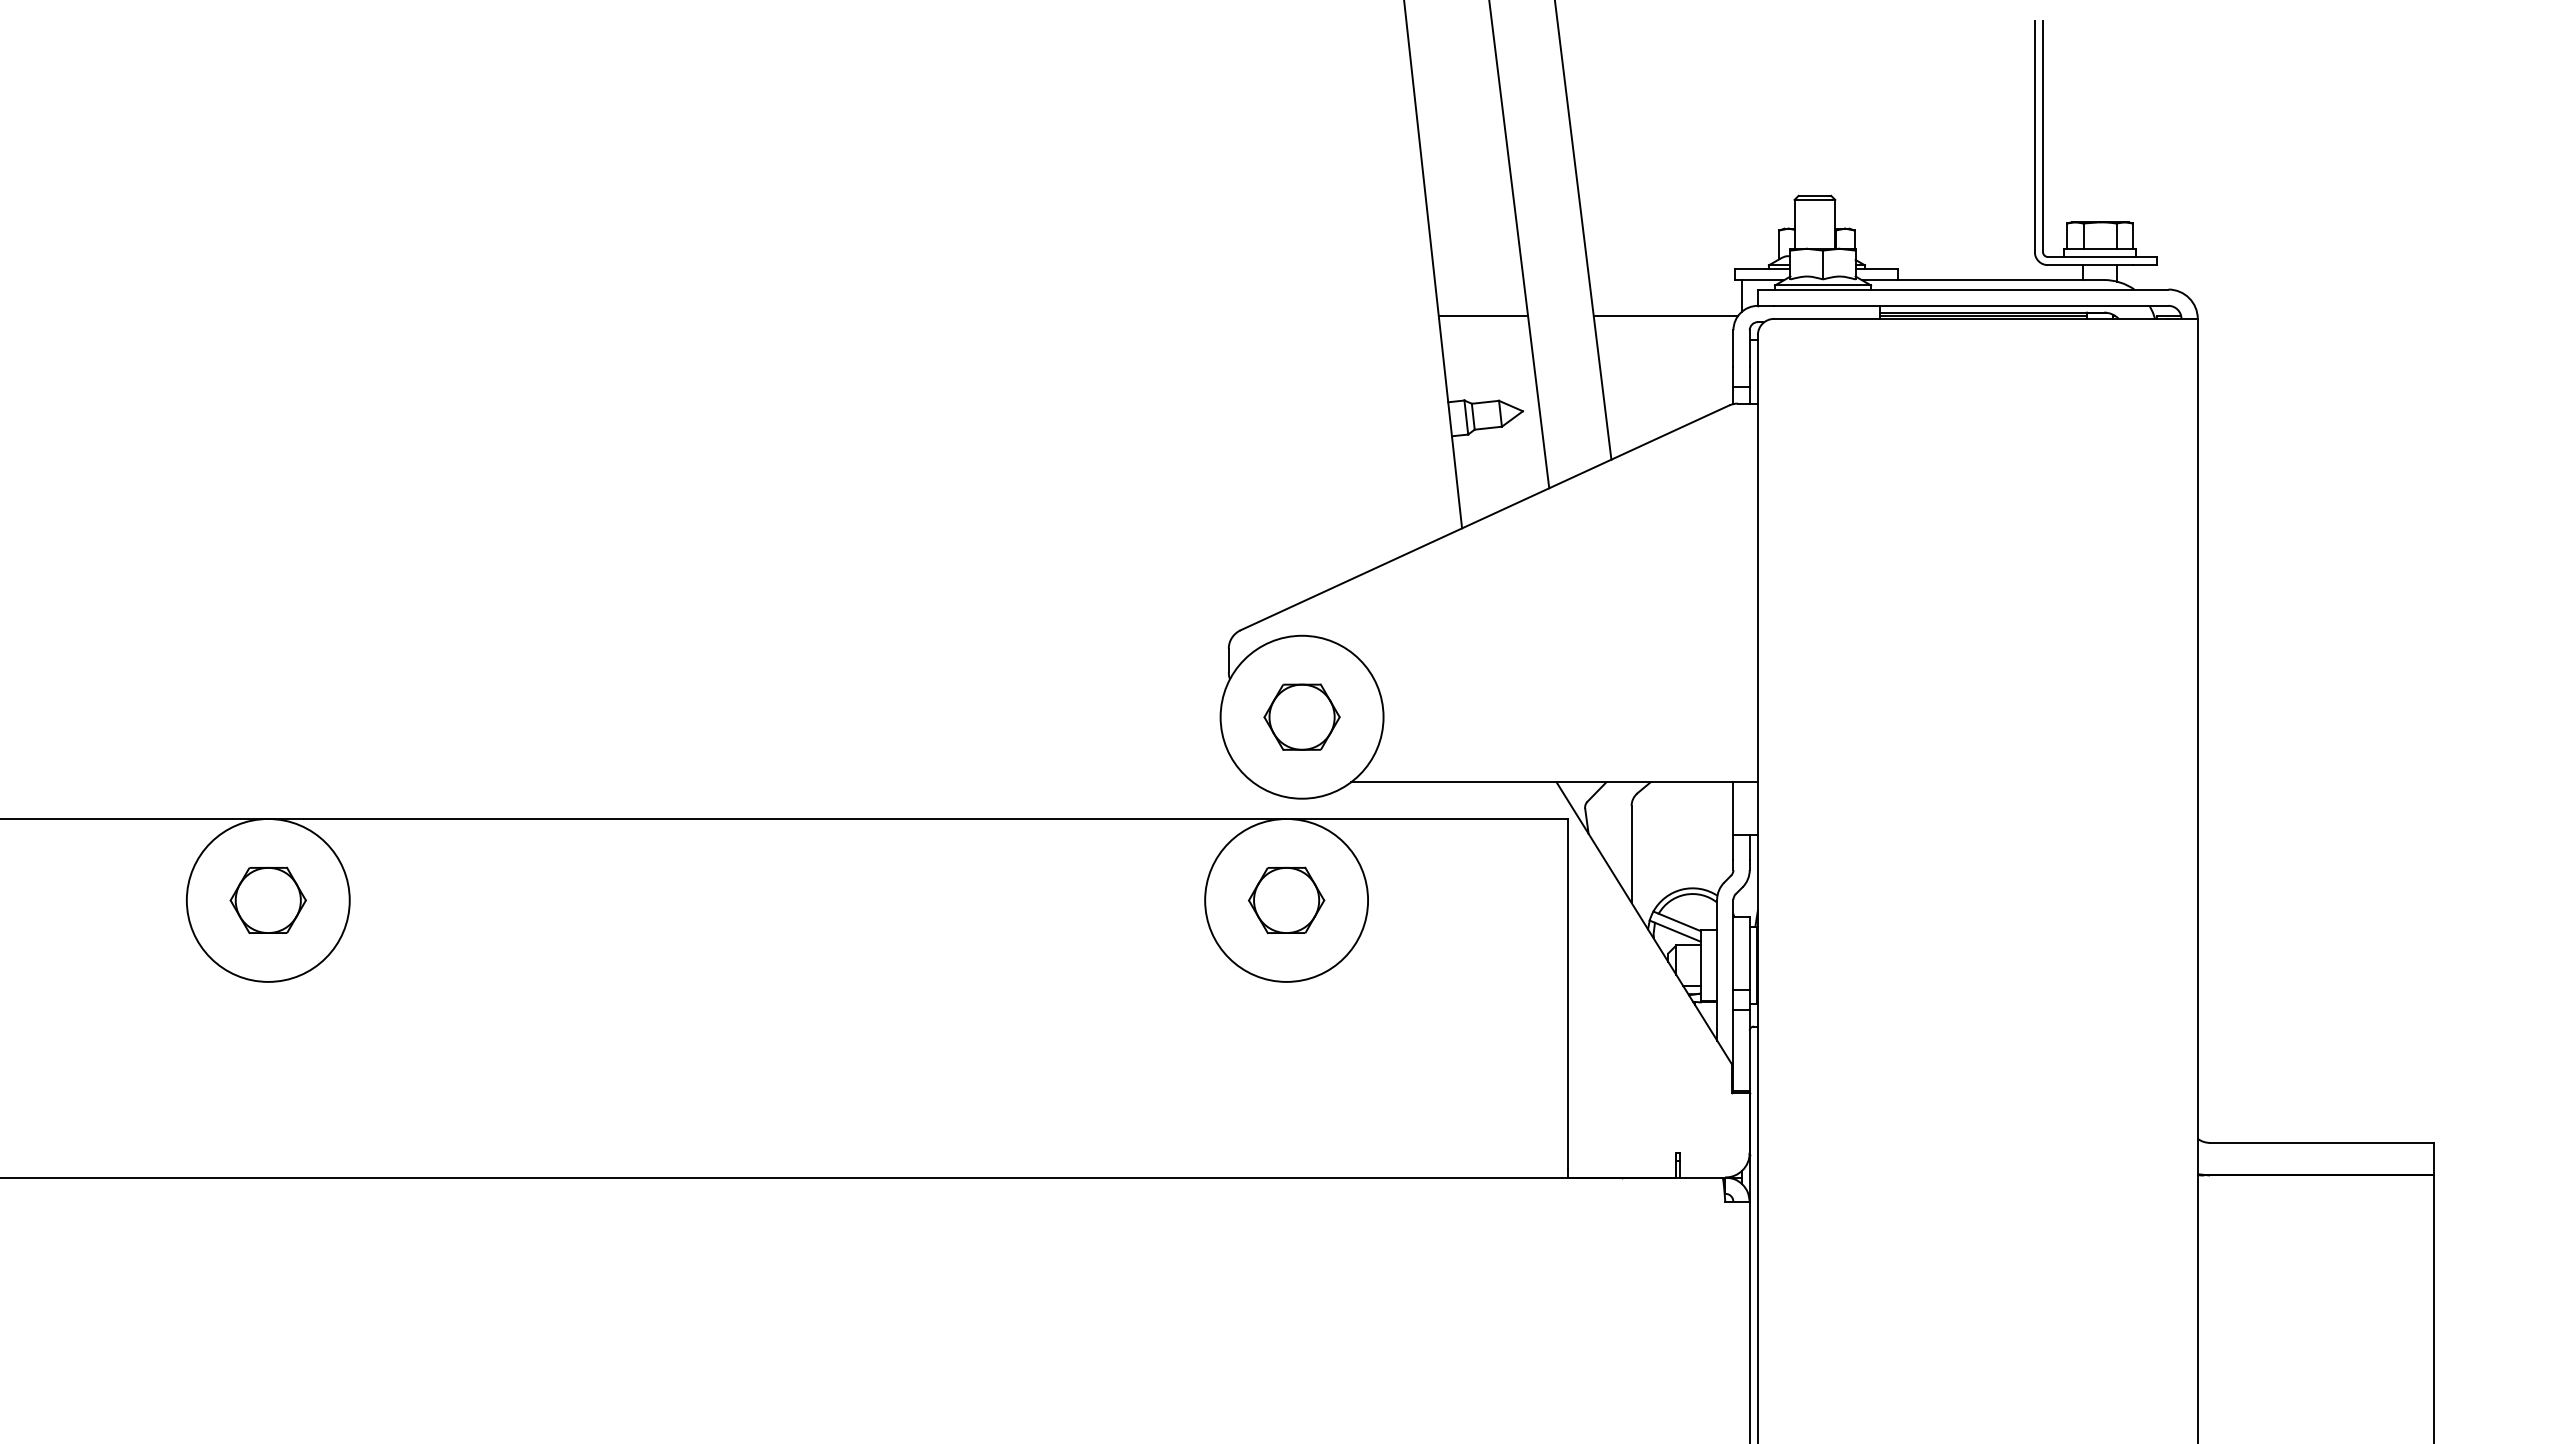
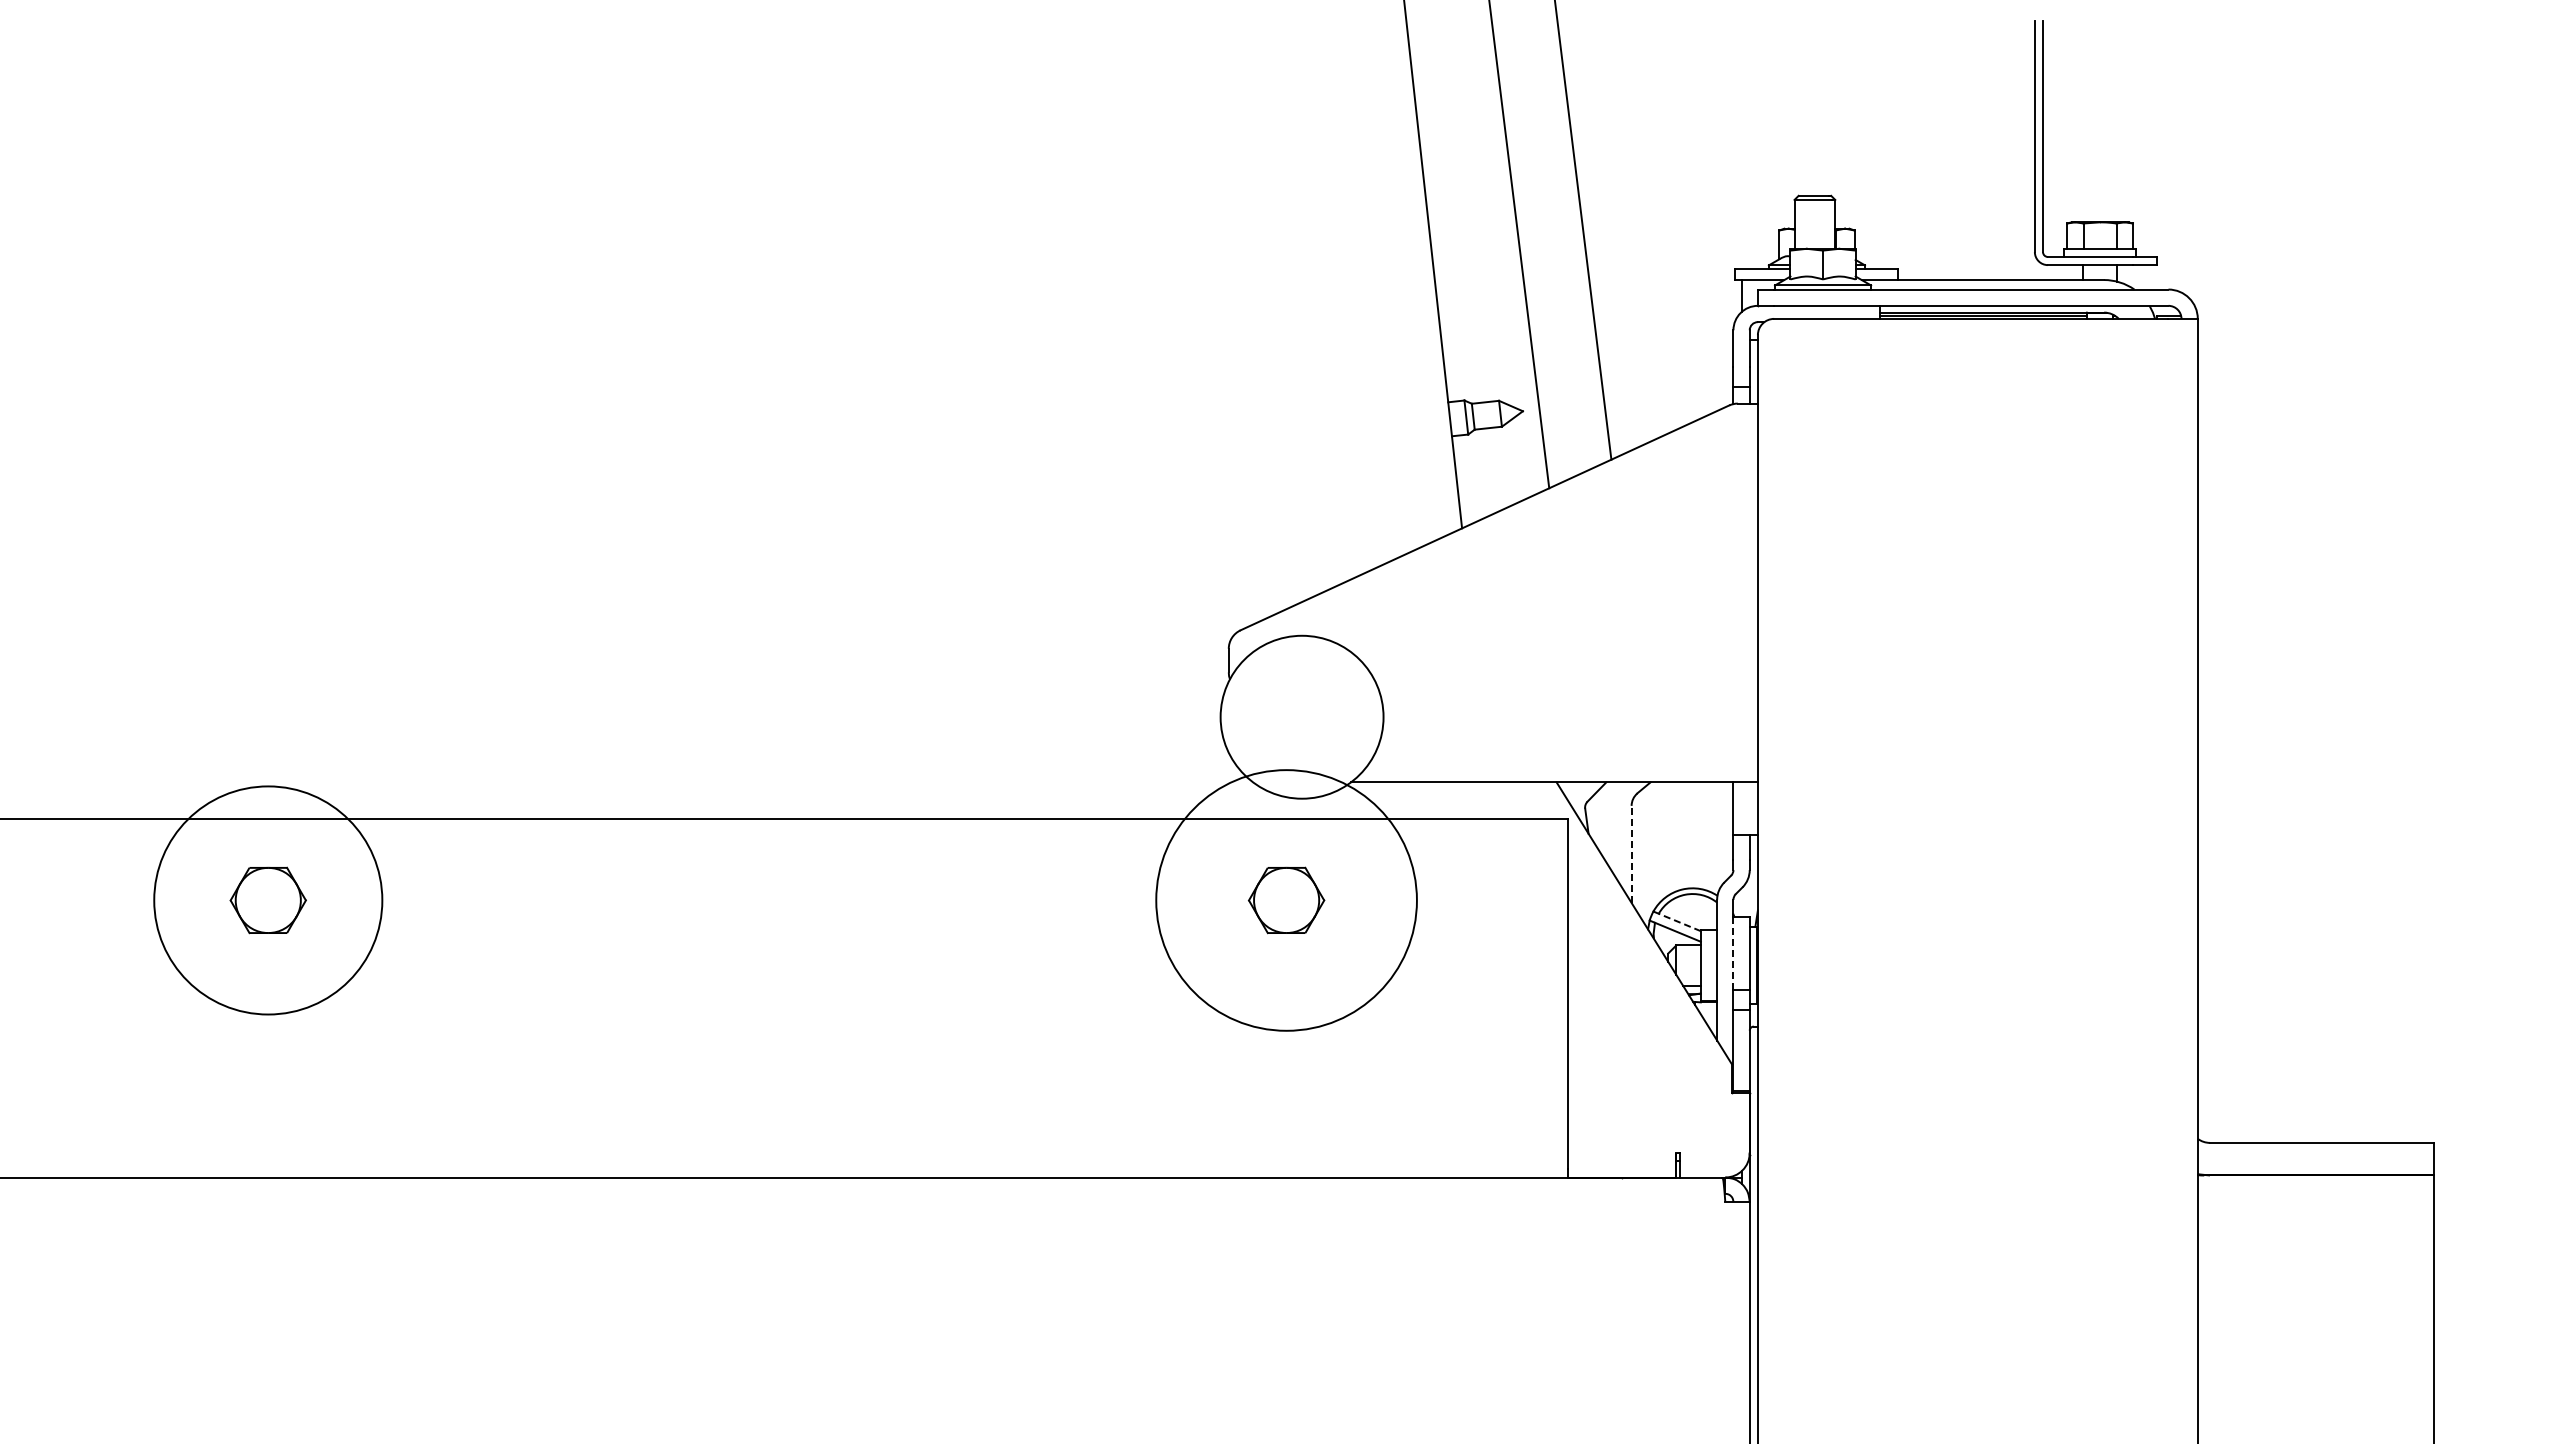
line at (1483, 316): present -> none
line at (1665, 316): present -> none
part at (1301, 716): present -> none
line at (1631, 854): solid -> dashed
circle at (267, 900) diameter: 163 px -> 228 px
circle at (1286, 900) diameter: 163 px -> 261 px
line at (1679, 922): solid -> dashed
line at (1733, 953): solid -> dashed
